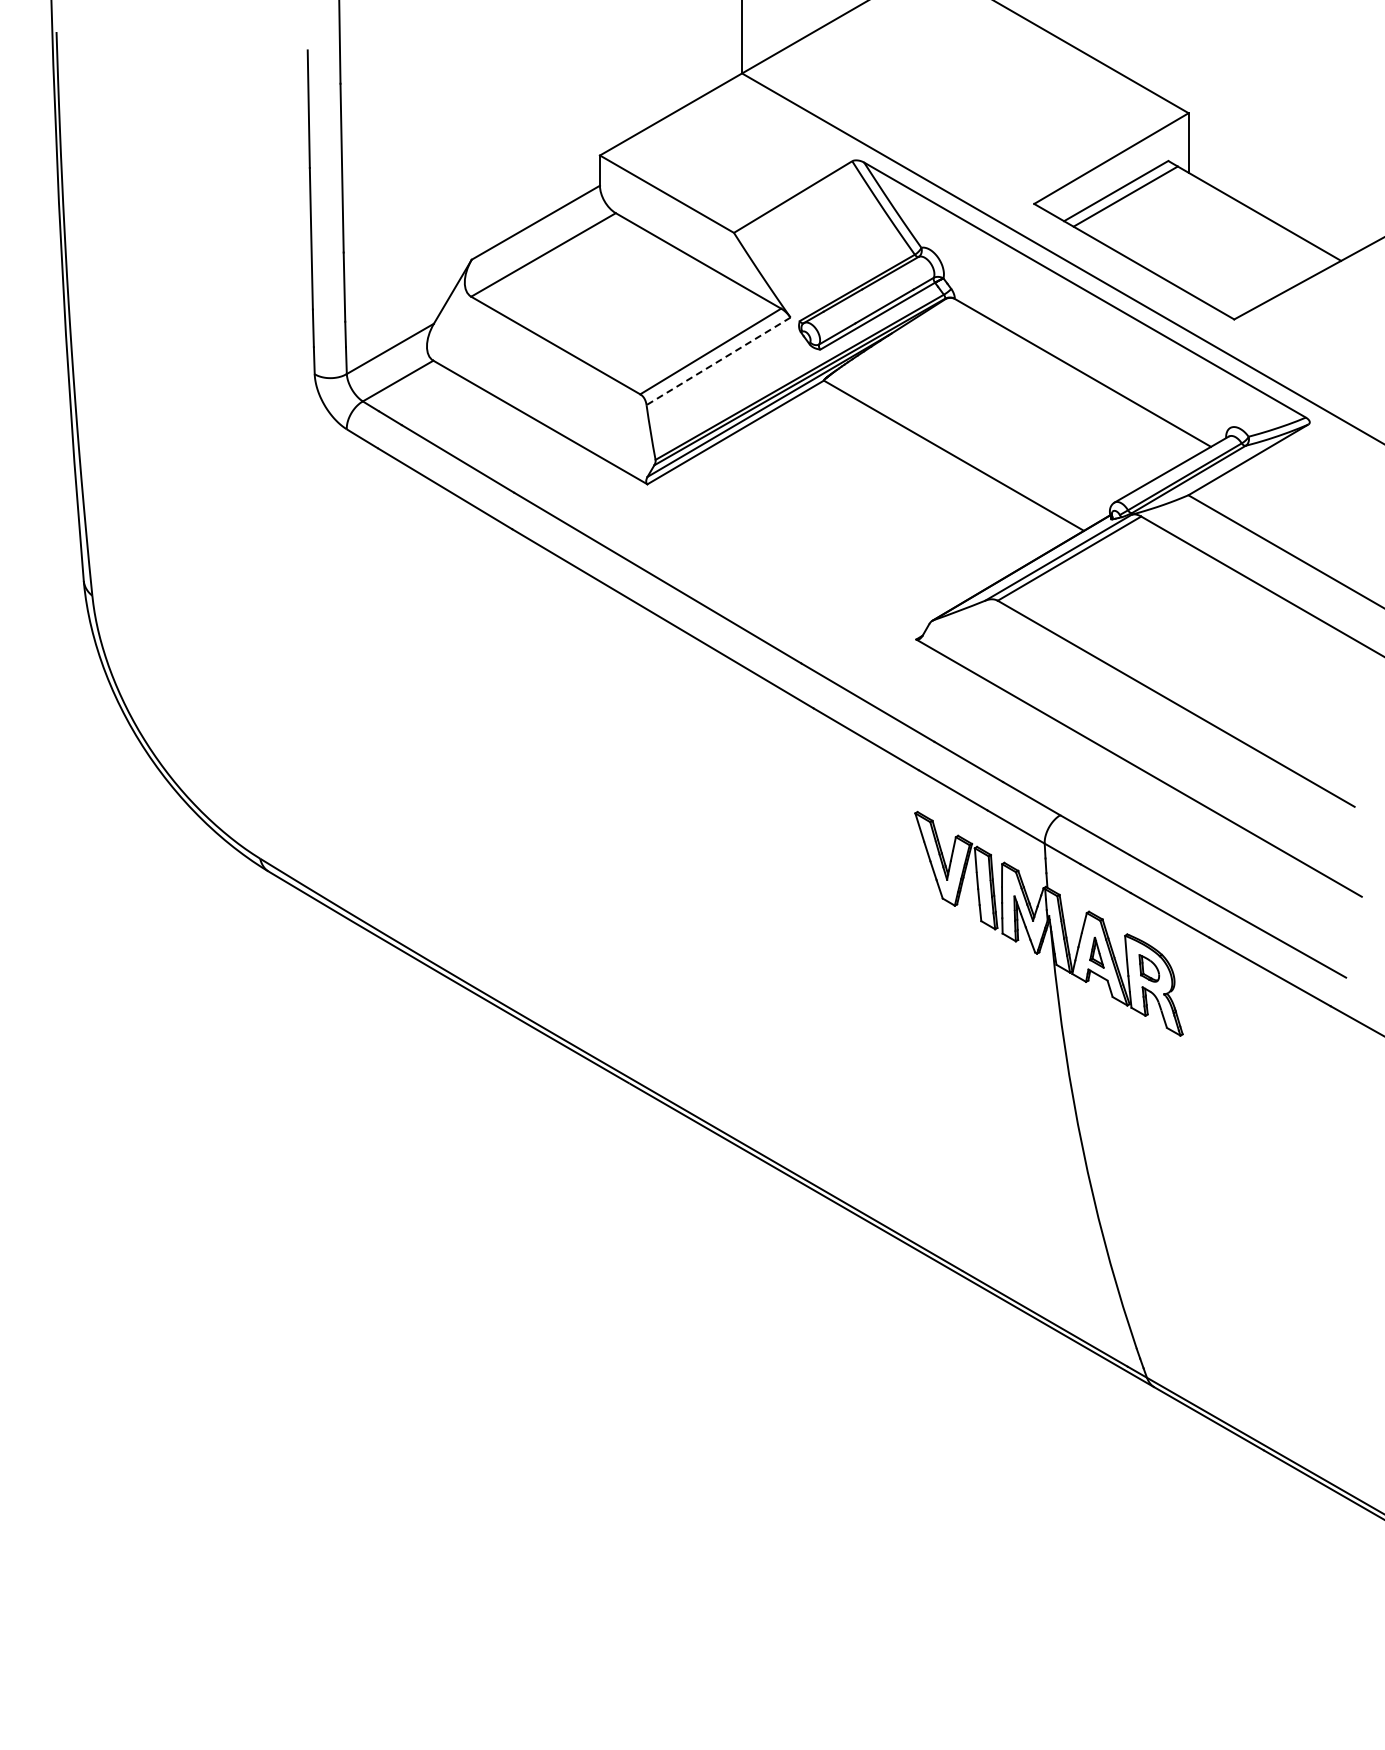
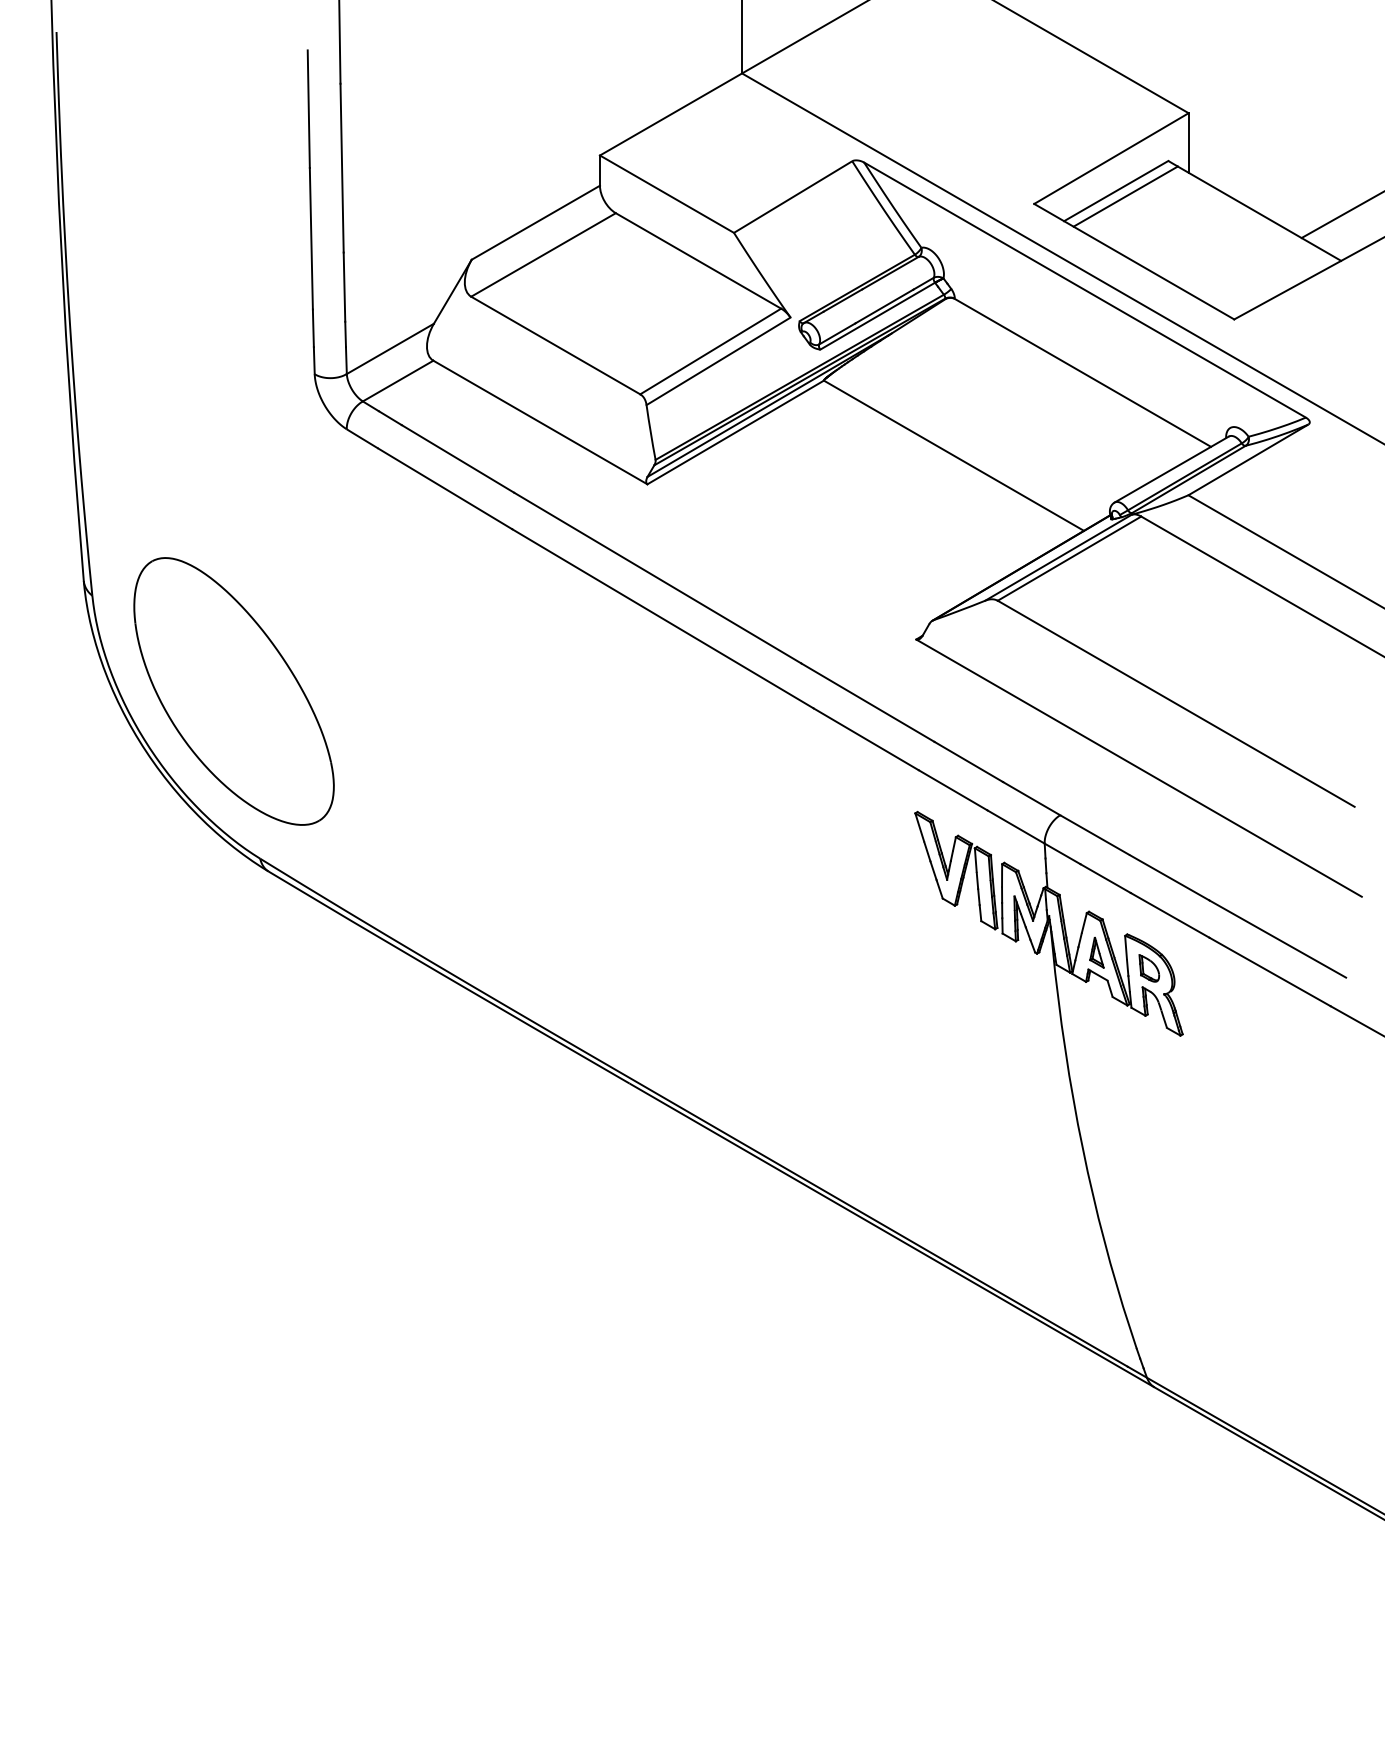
line at (1341, 215): none -> present
line at (718, 361): dashed -> solid
part at (233, 691): none -> present
